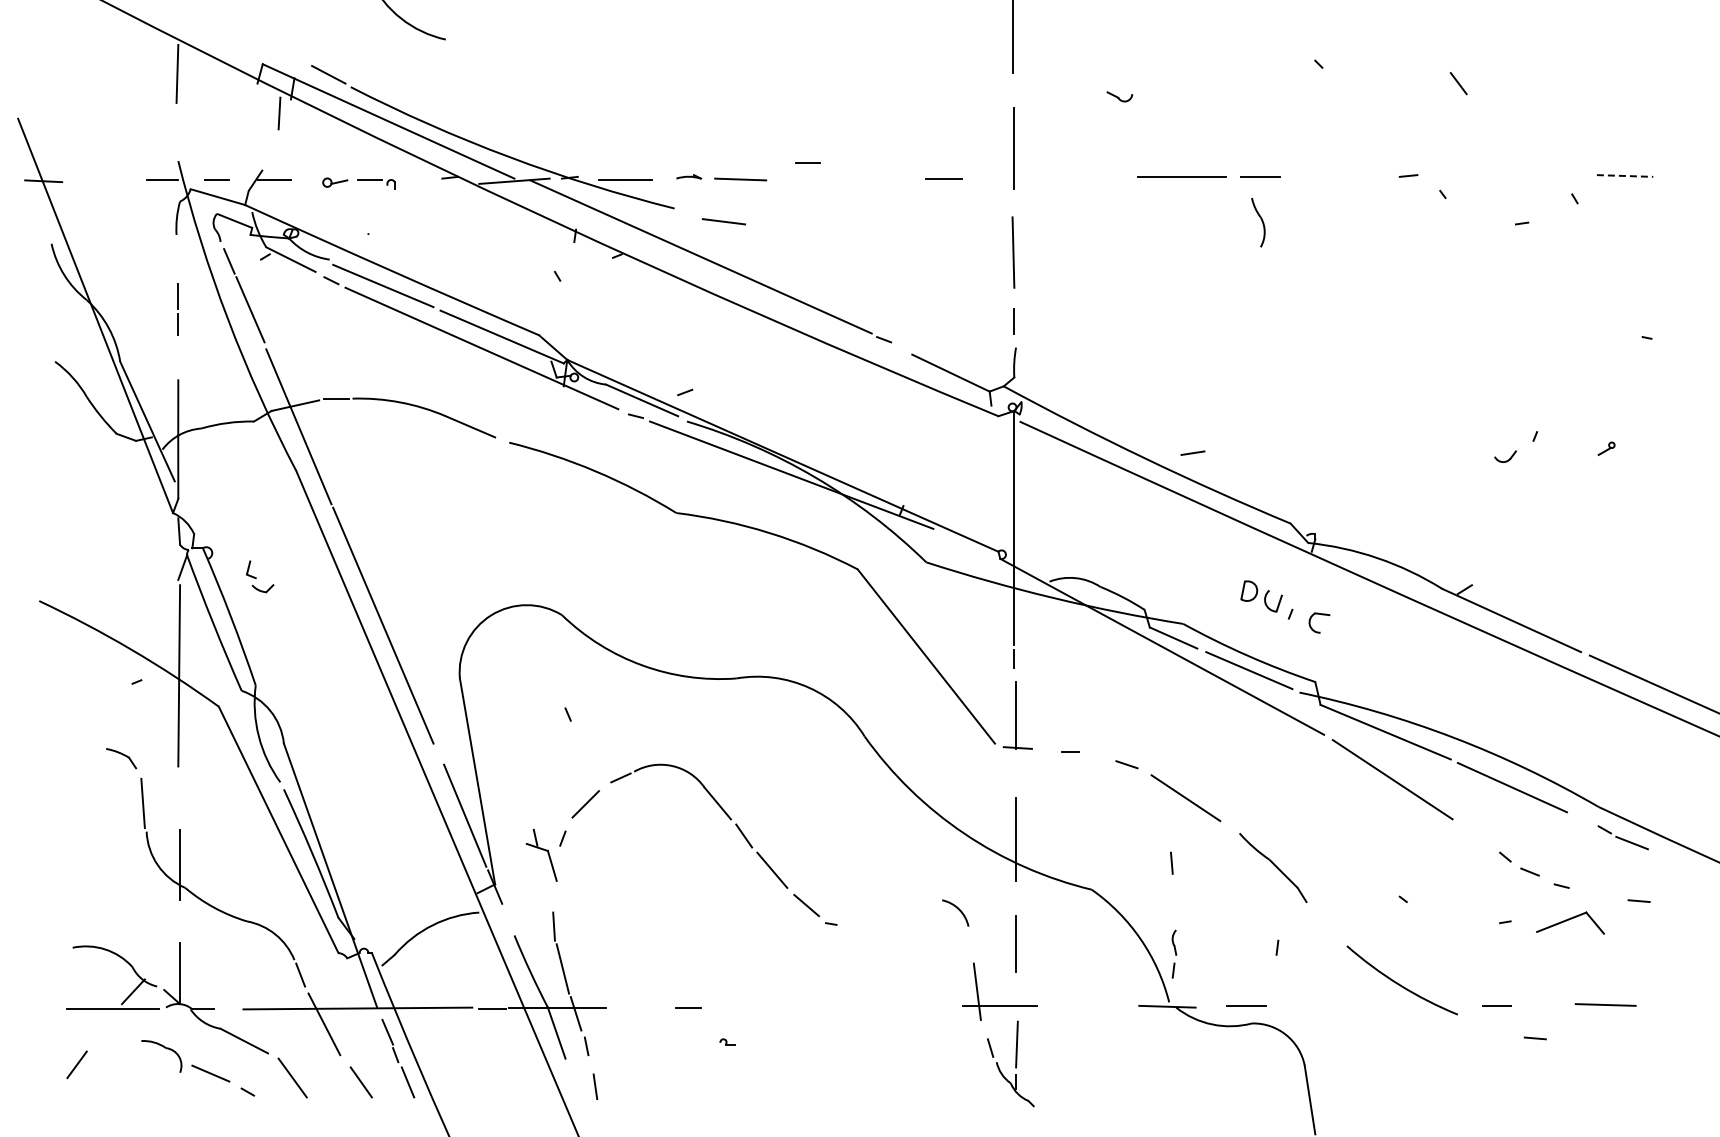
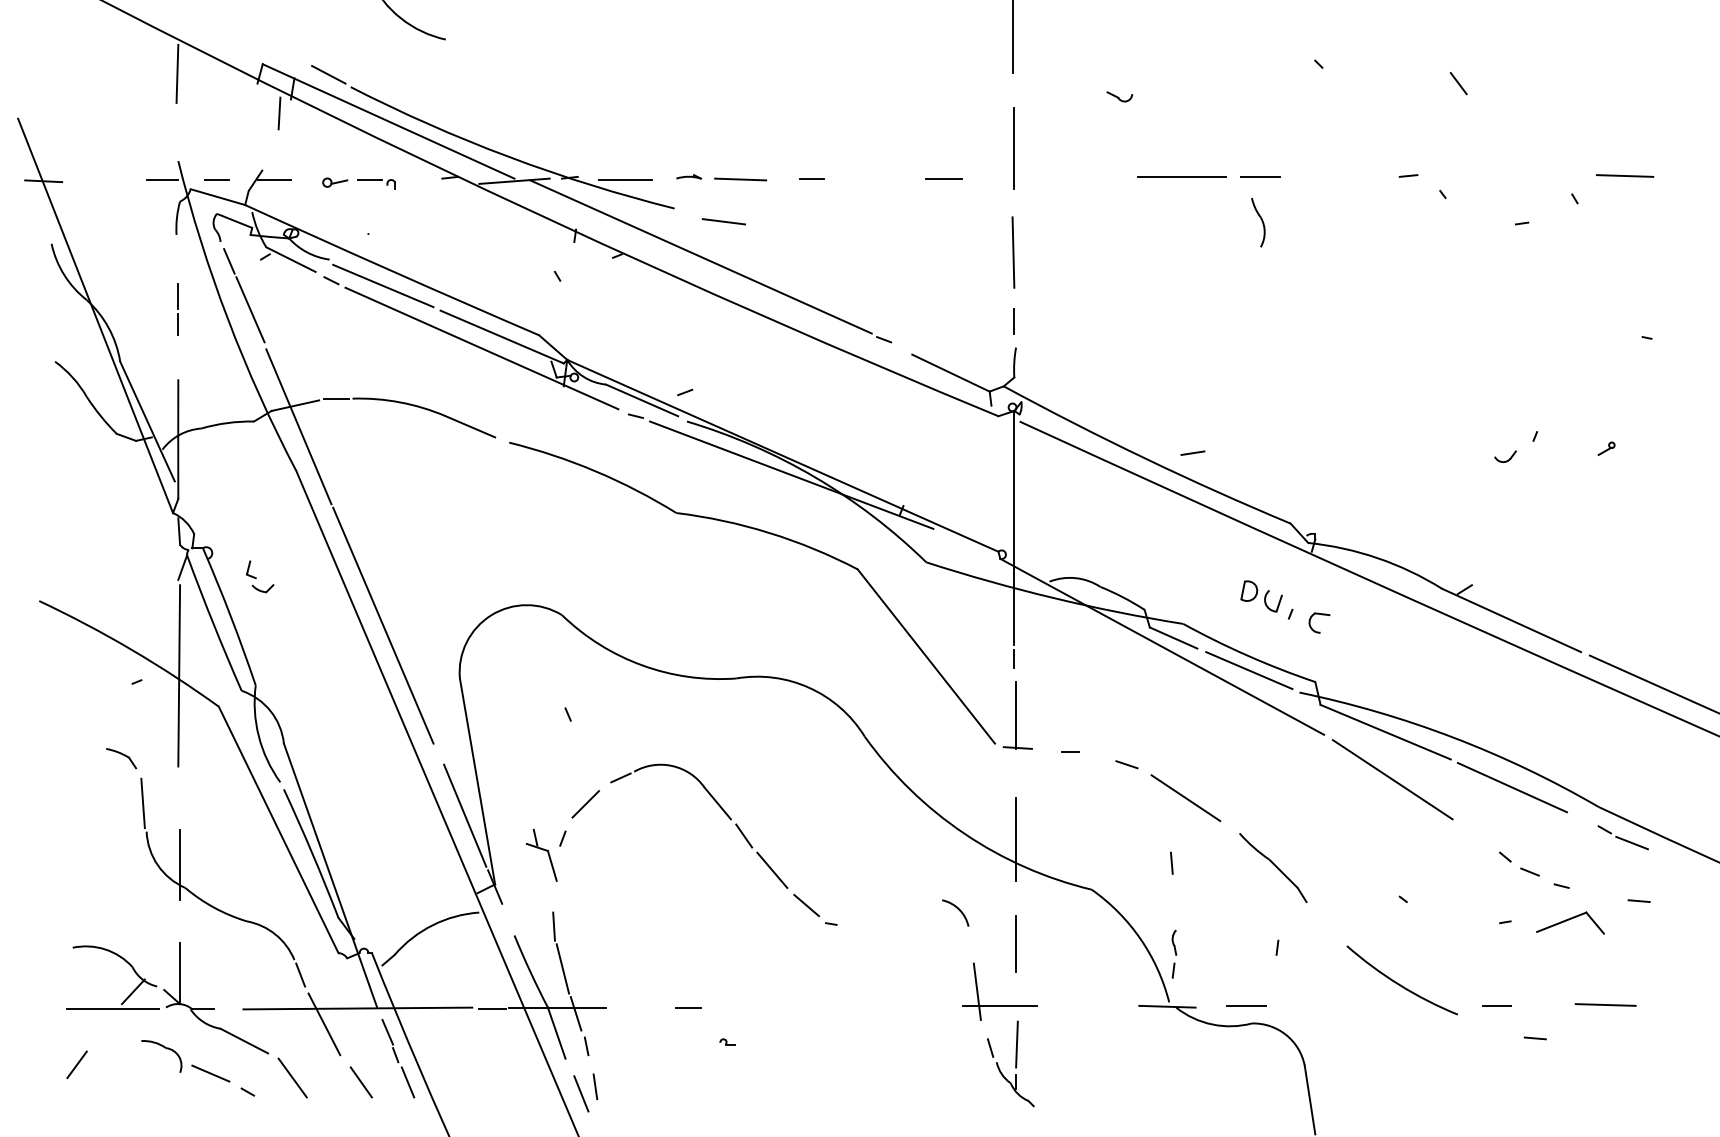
line at (807, 162) position: (807, 162) -> (811, 178)
line at (1625, 176): dashed -> solid
line at (581, 1093): none -> present
